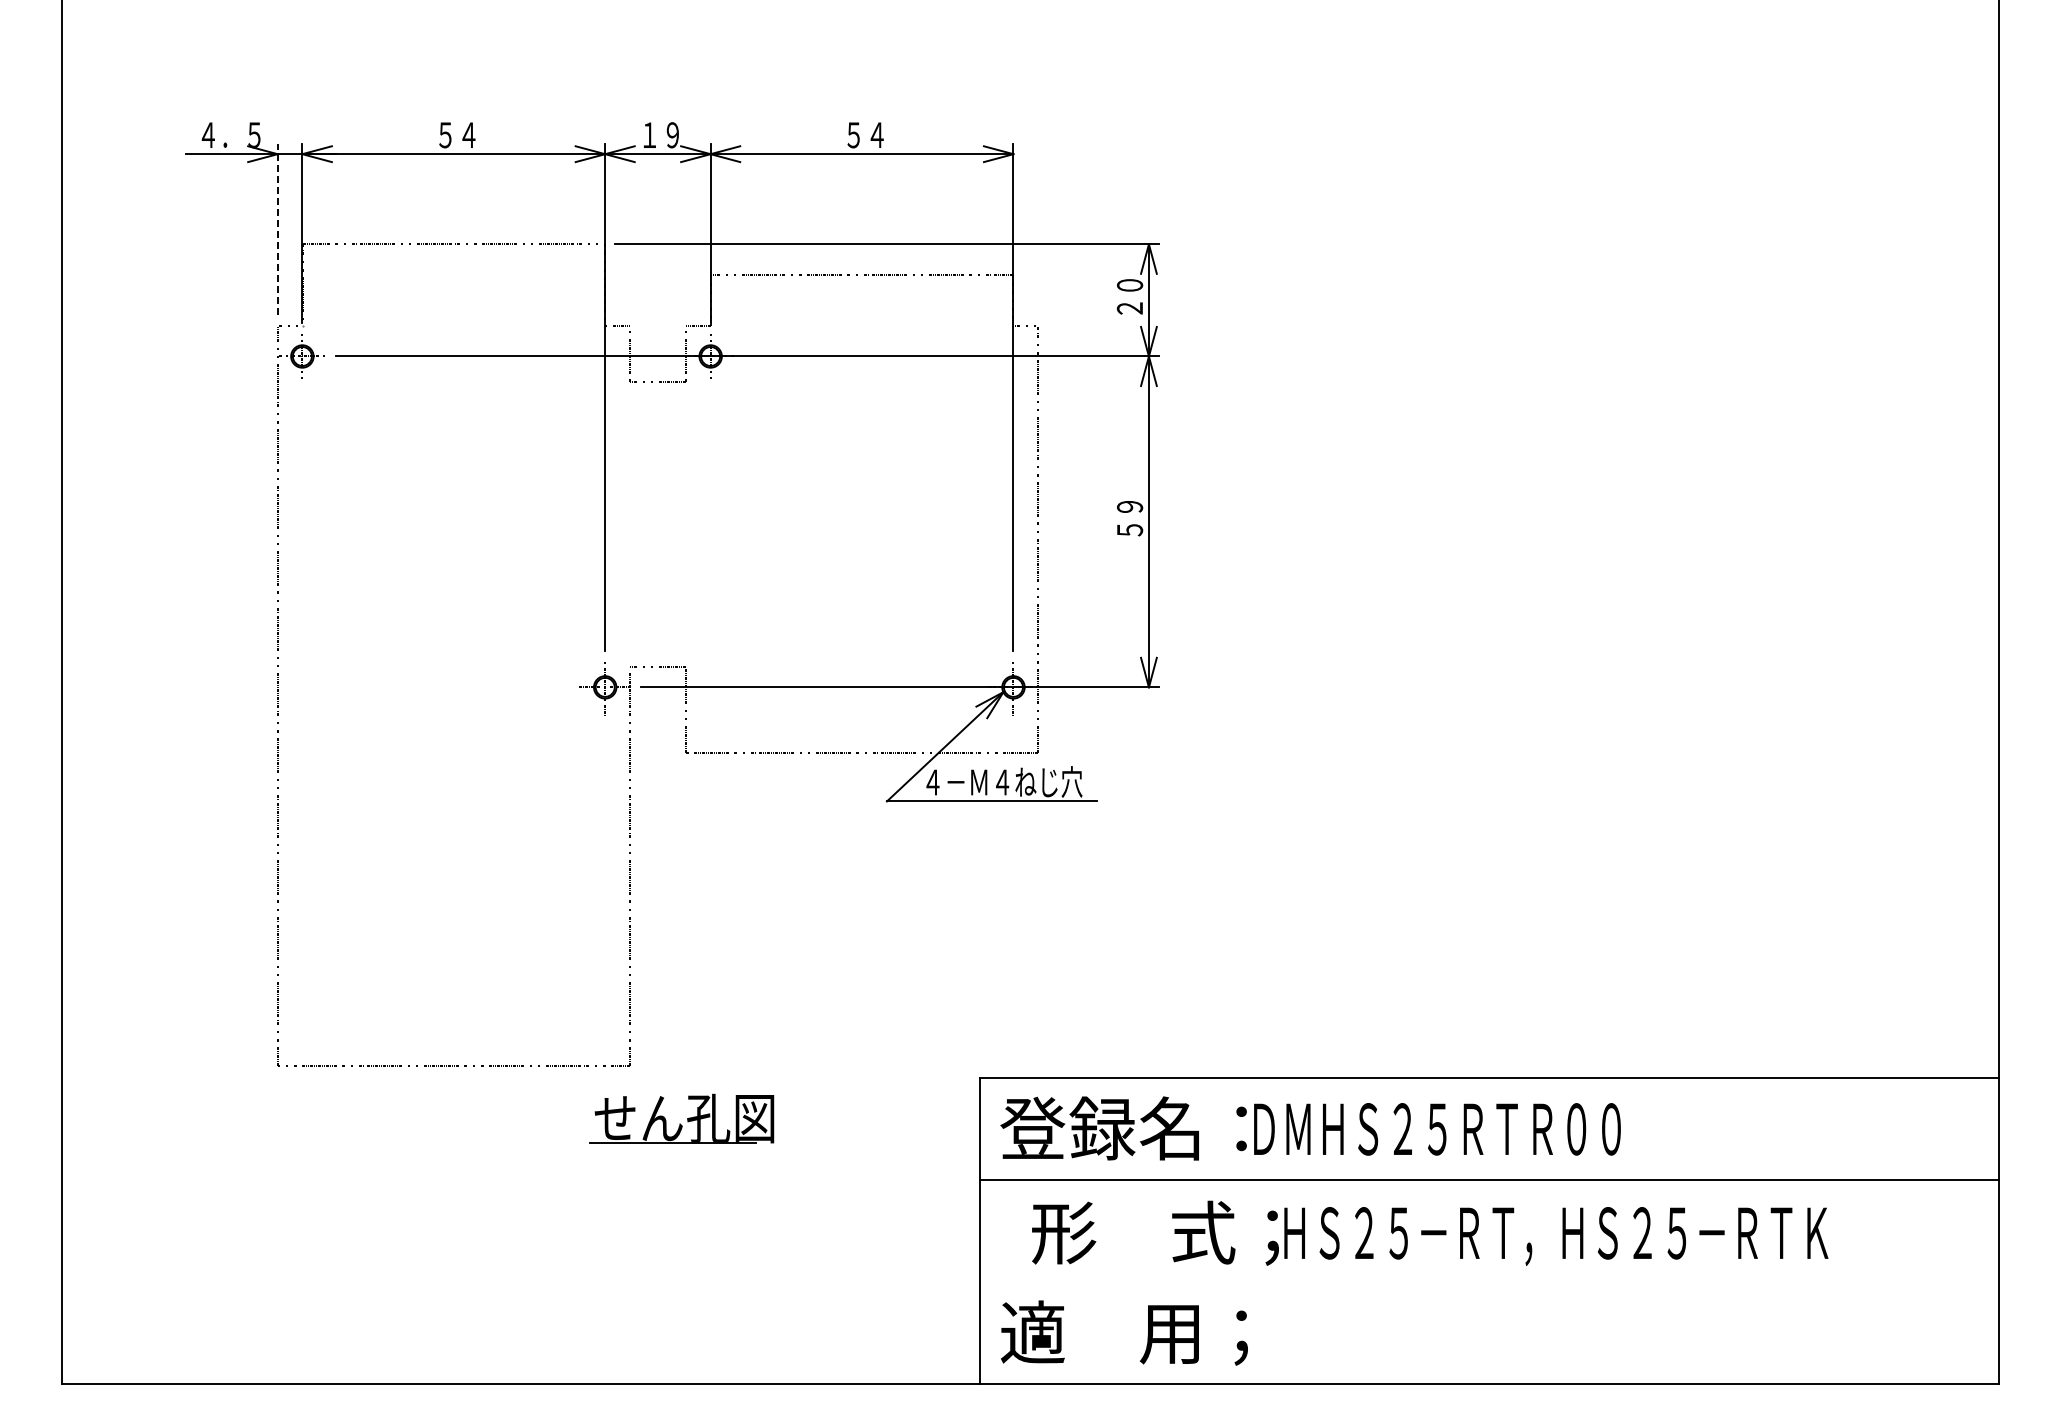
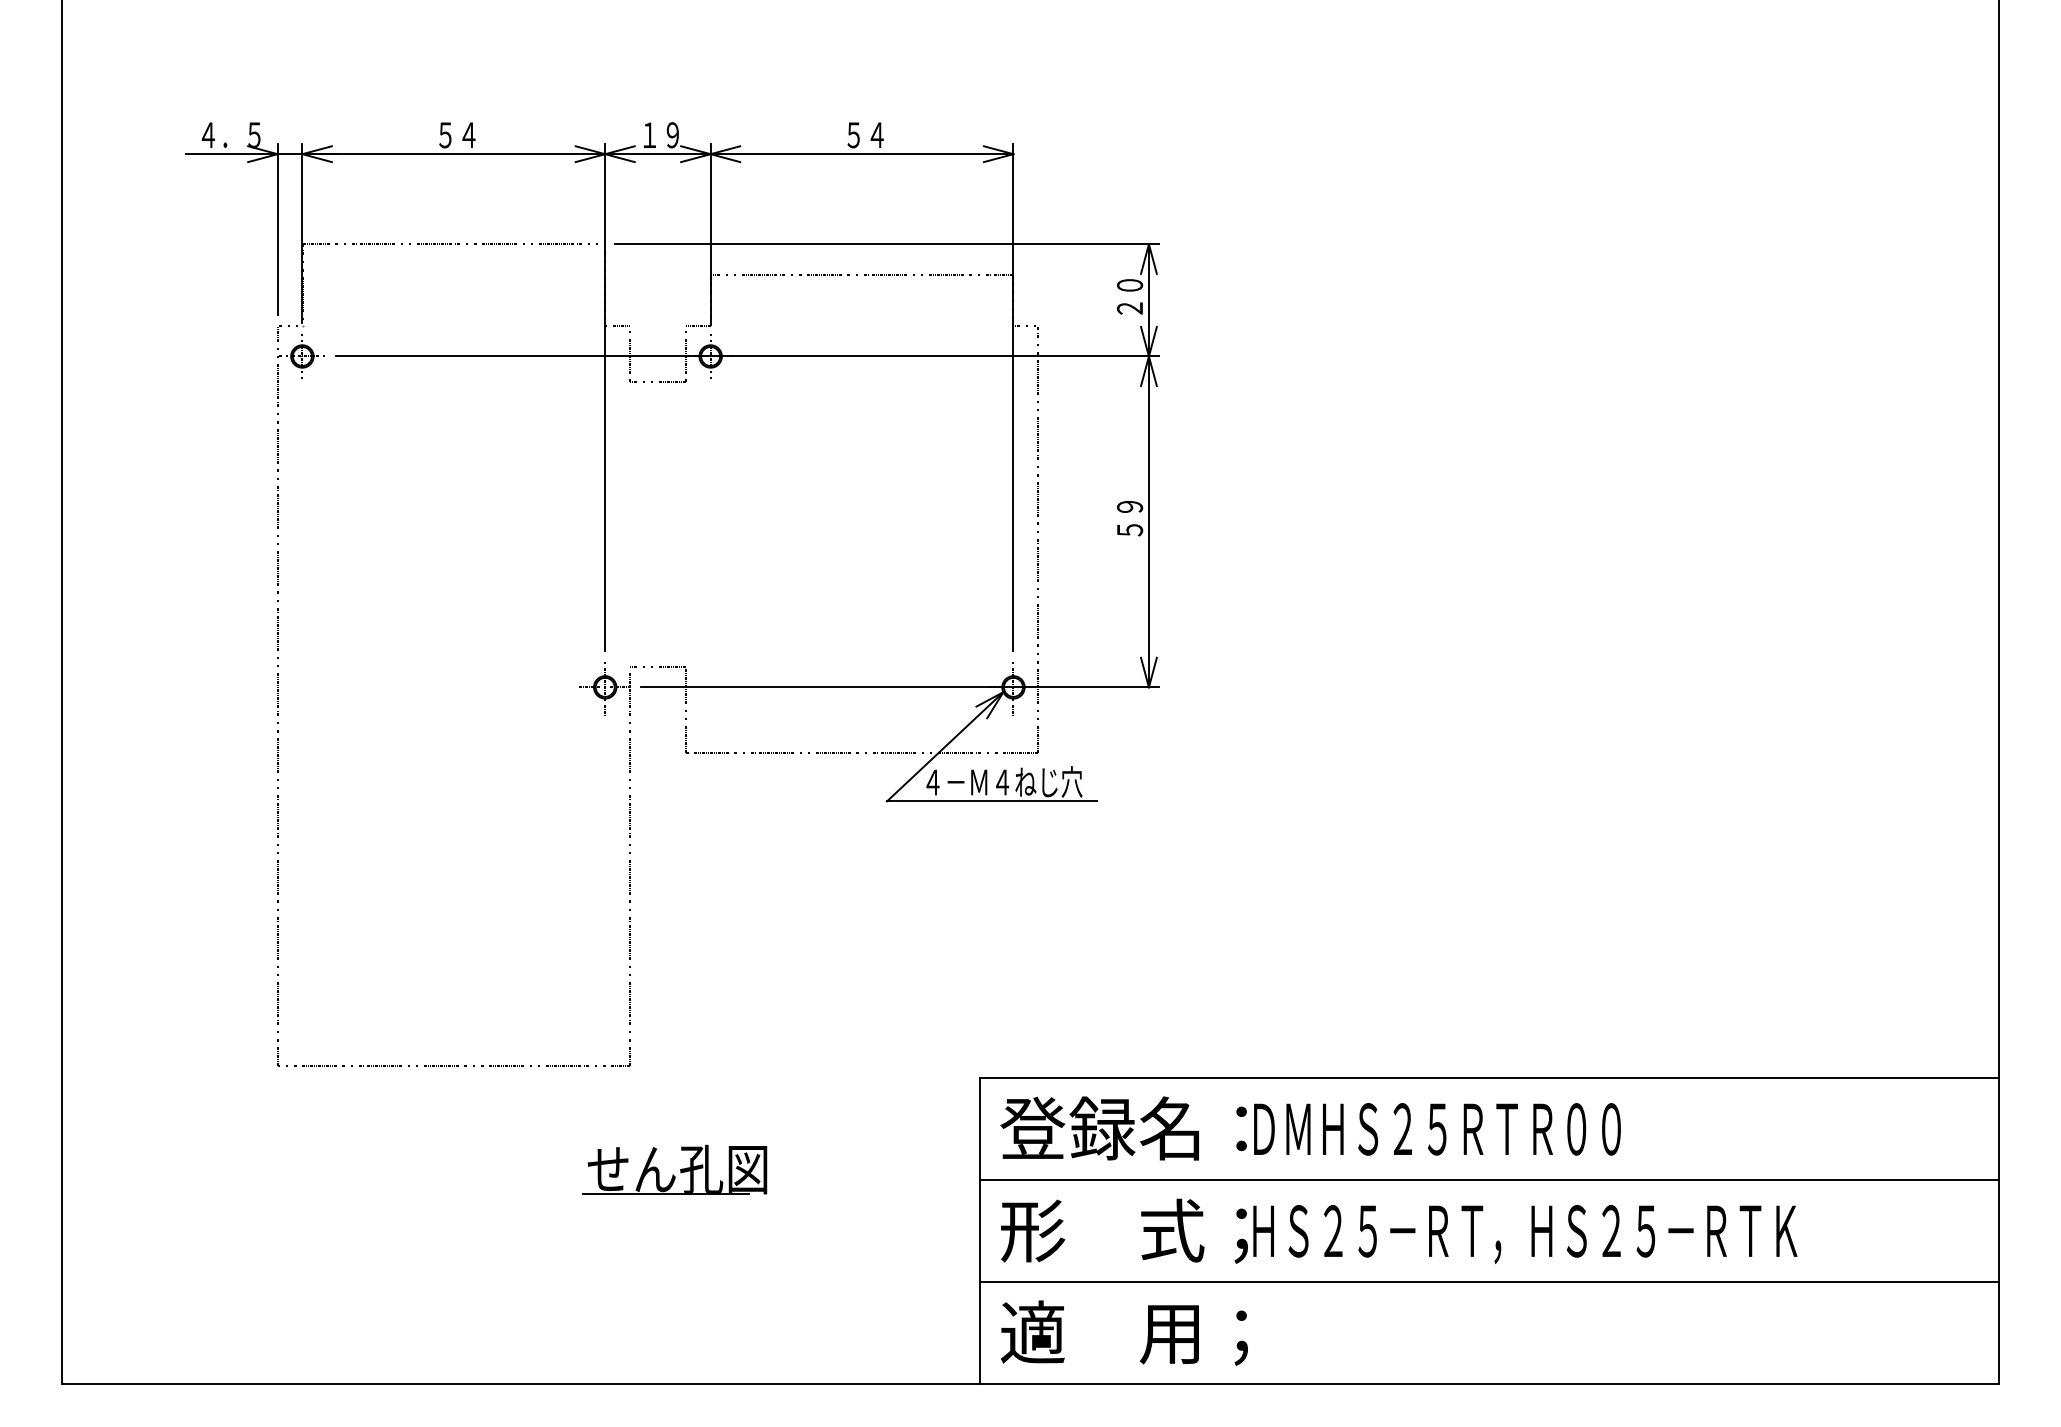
line at (277, 229): dashed -> solid
part at (681, 1118) position: (681, 1118) -> (674, 1169)
text at (1430, 1232) position: (1430, 1232) -> (1399, 1230)
line at (1489, 1282): none -> present
